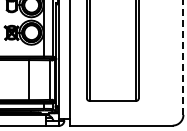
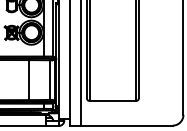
line at (183, 57): dashed -> solid
line at (80, 63): none -> present
